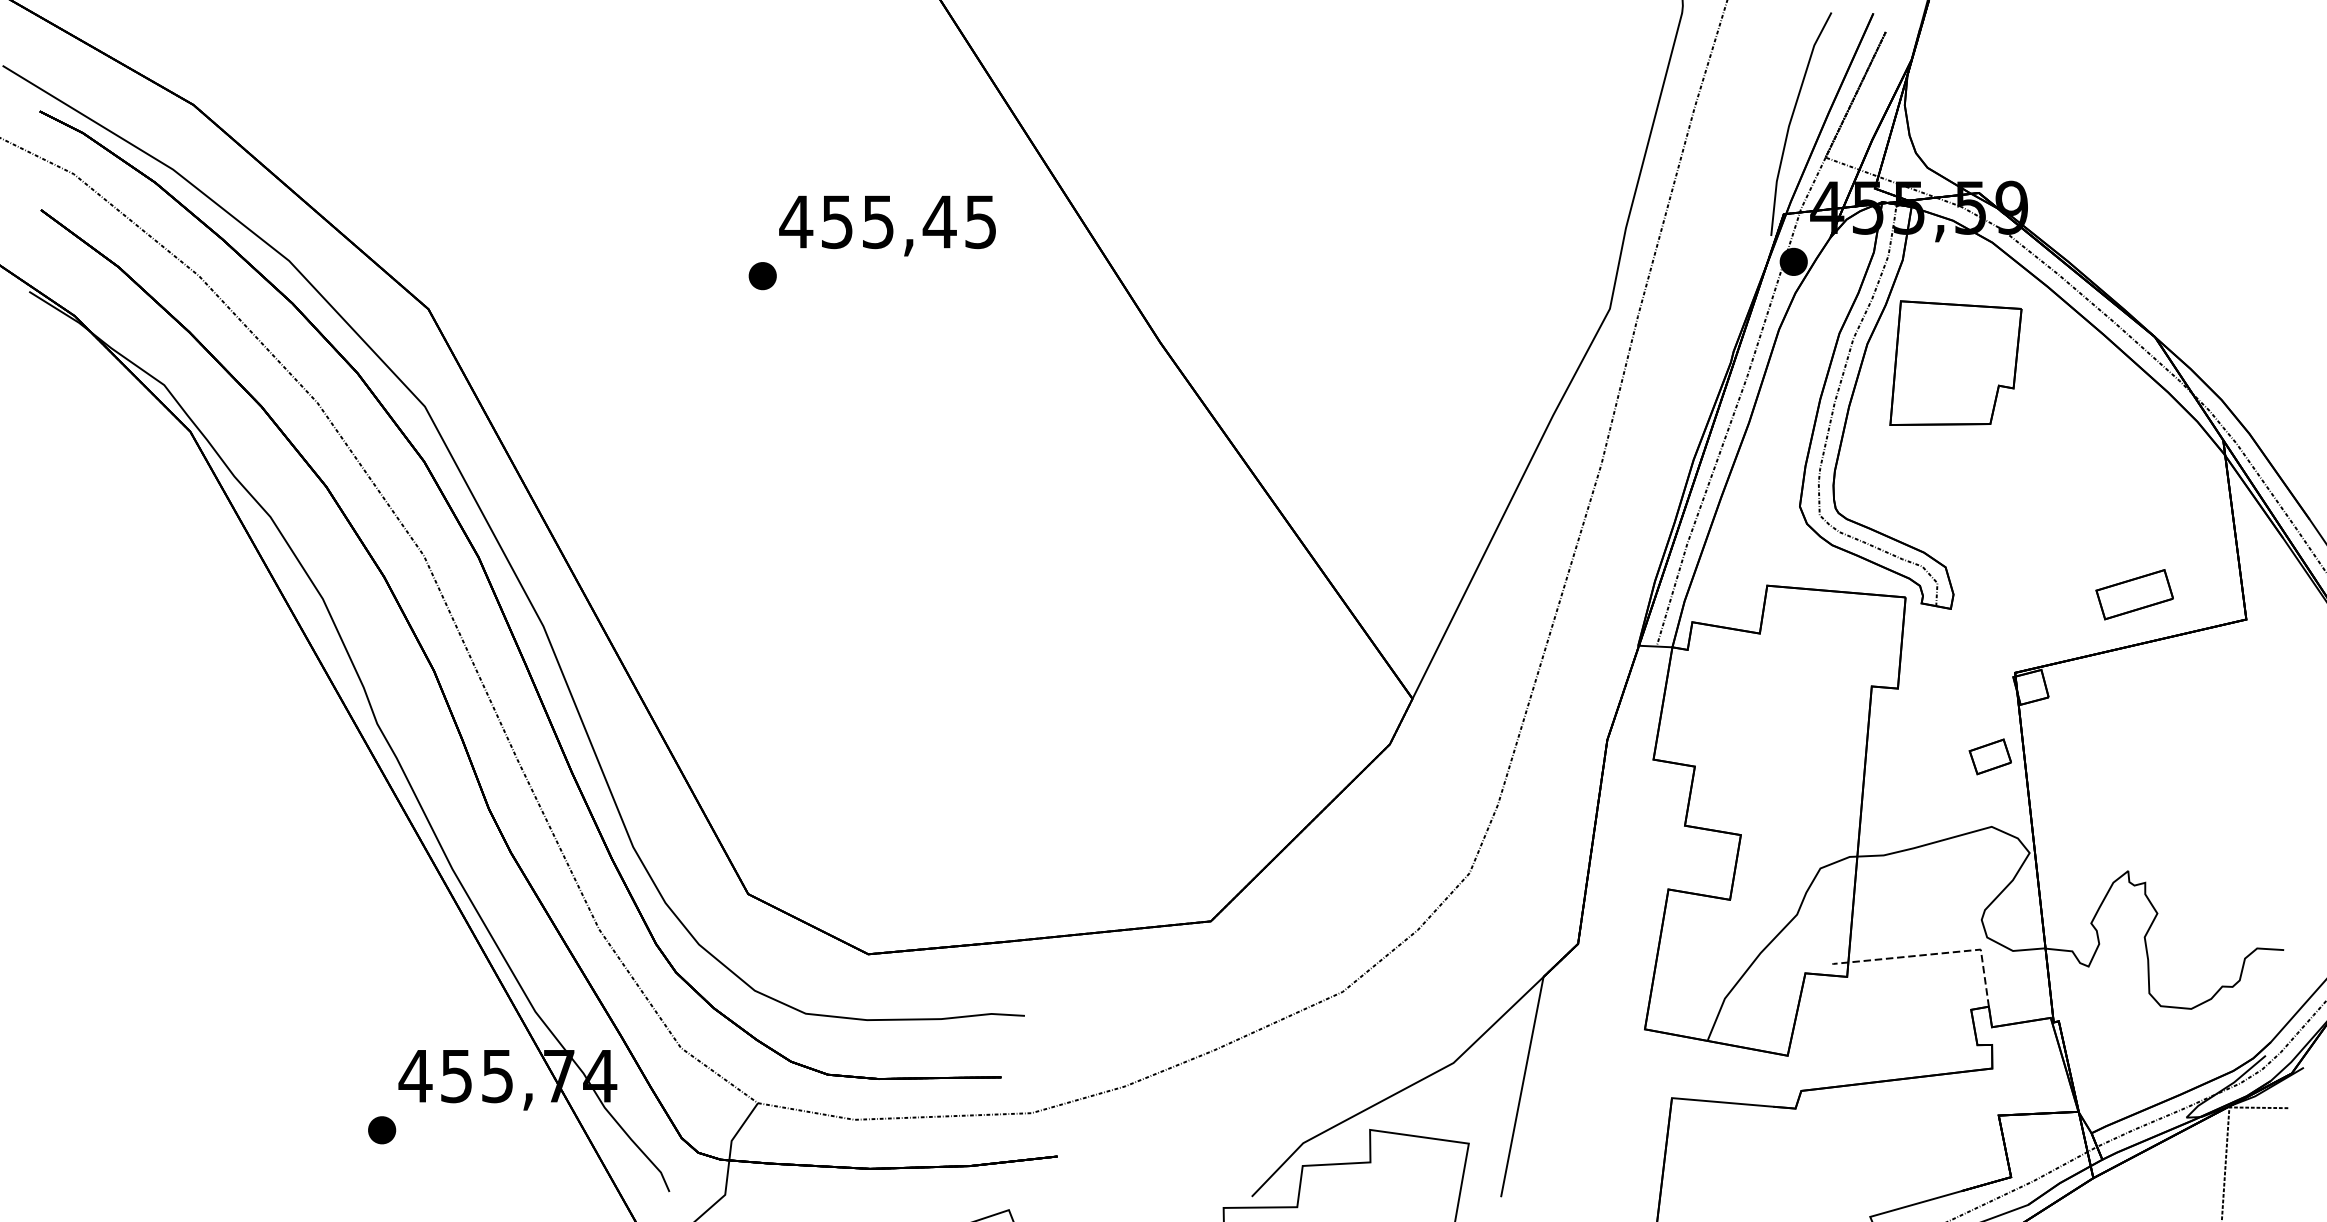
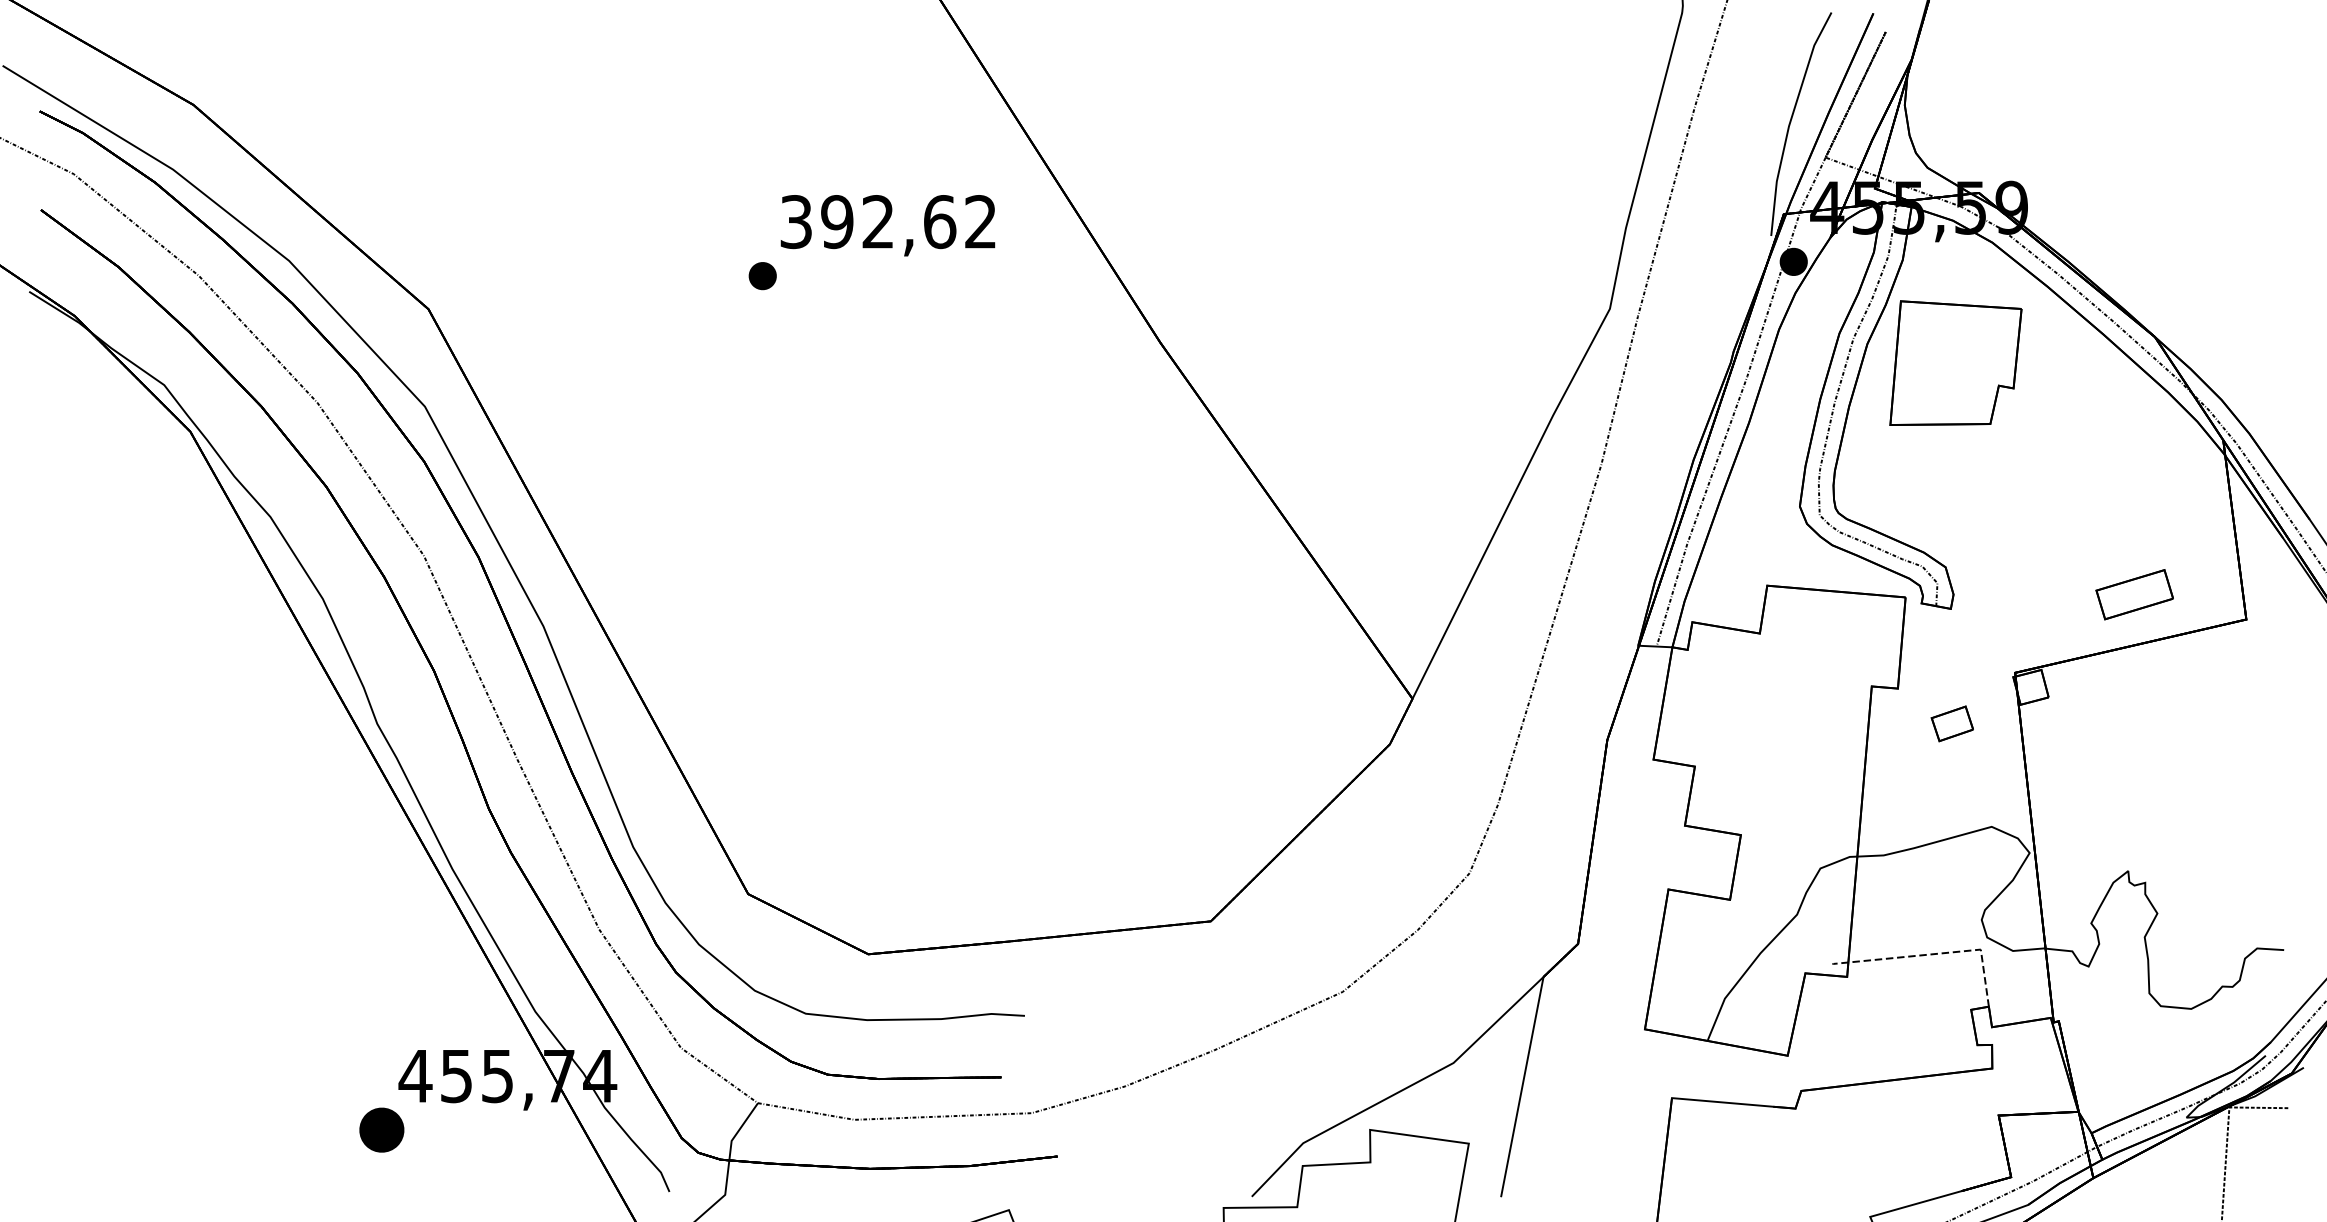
text at (887, 222): 455,45 -> 392,62
part at (1989, 756) position: (1989, 756) -> (1951, 723)
part at (382, 1130) size: 29x29 px -> 46x46 px
